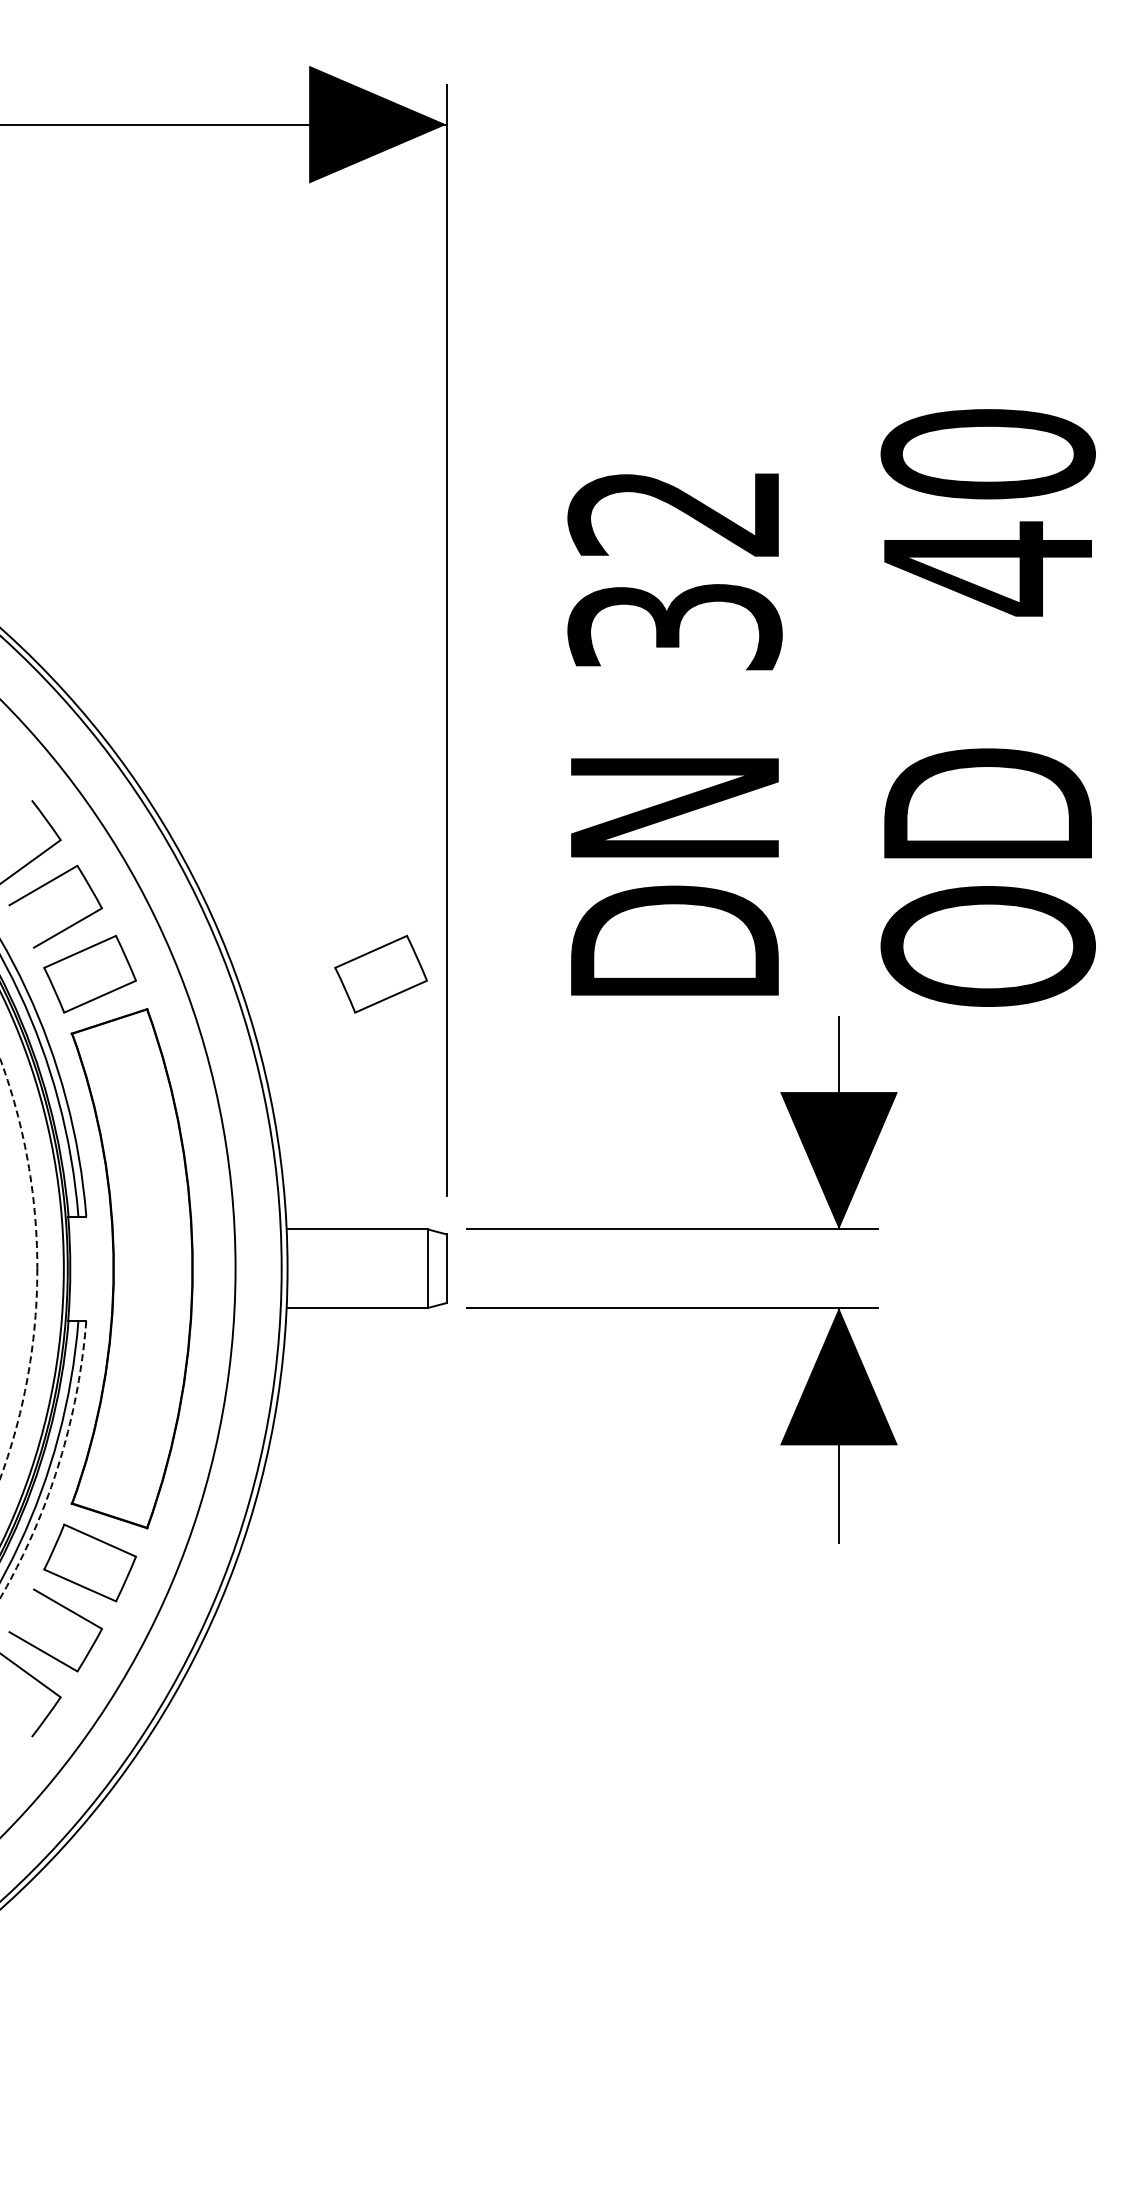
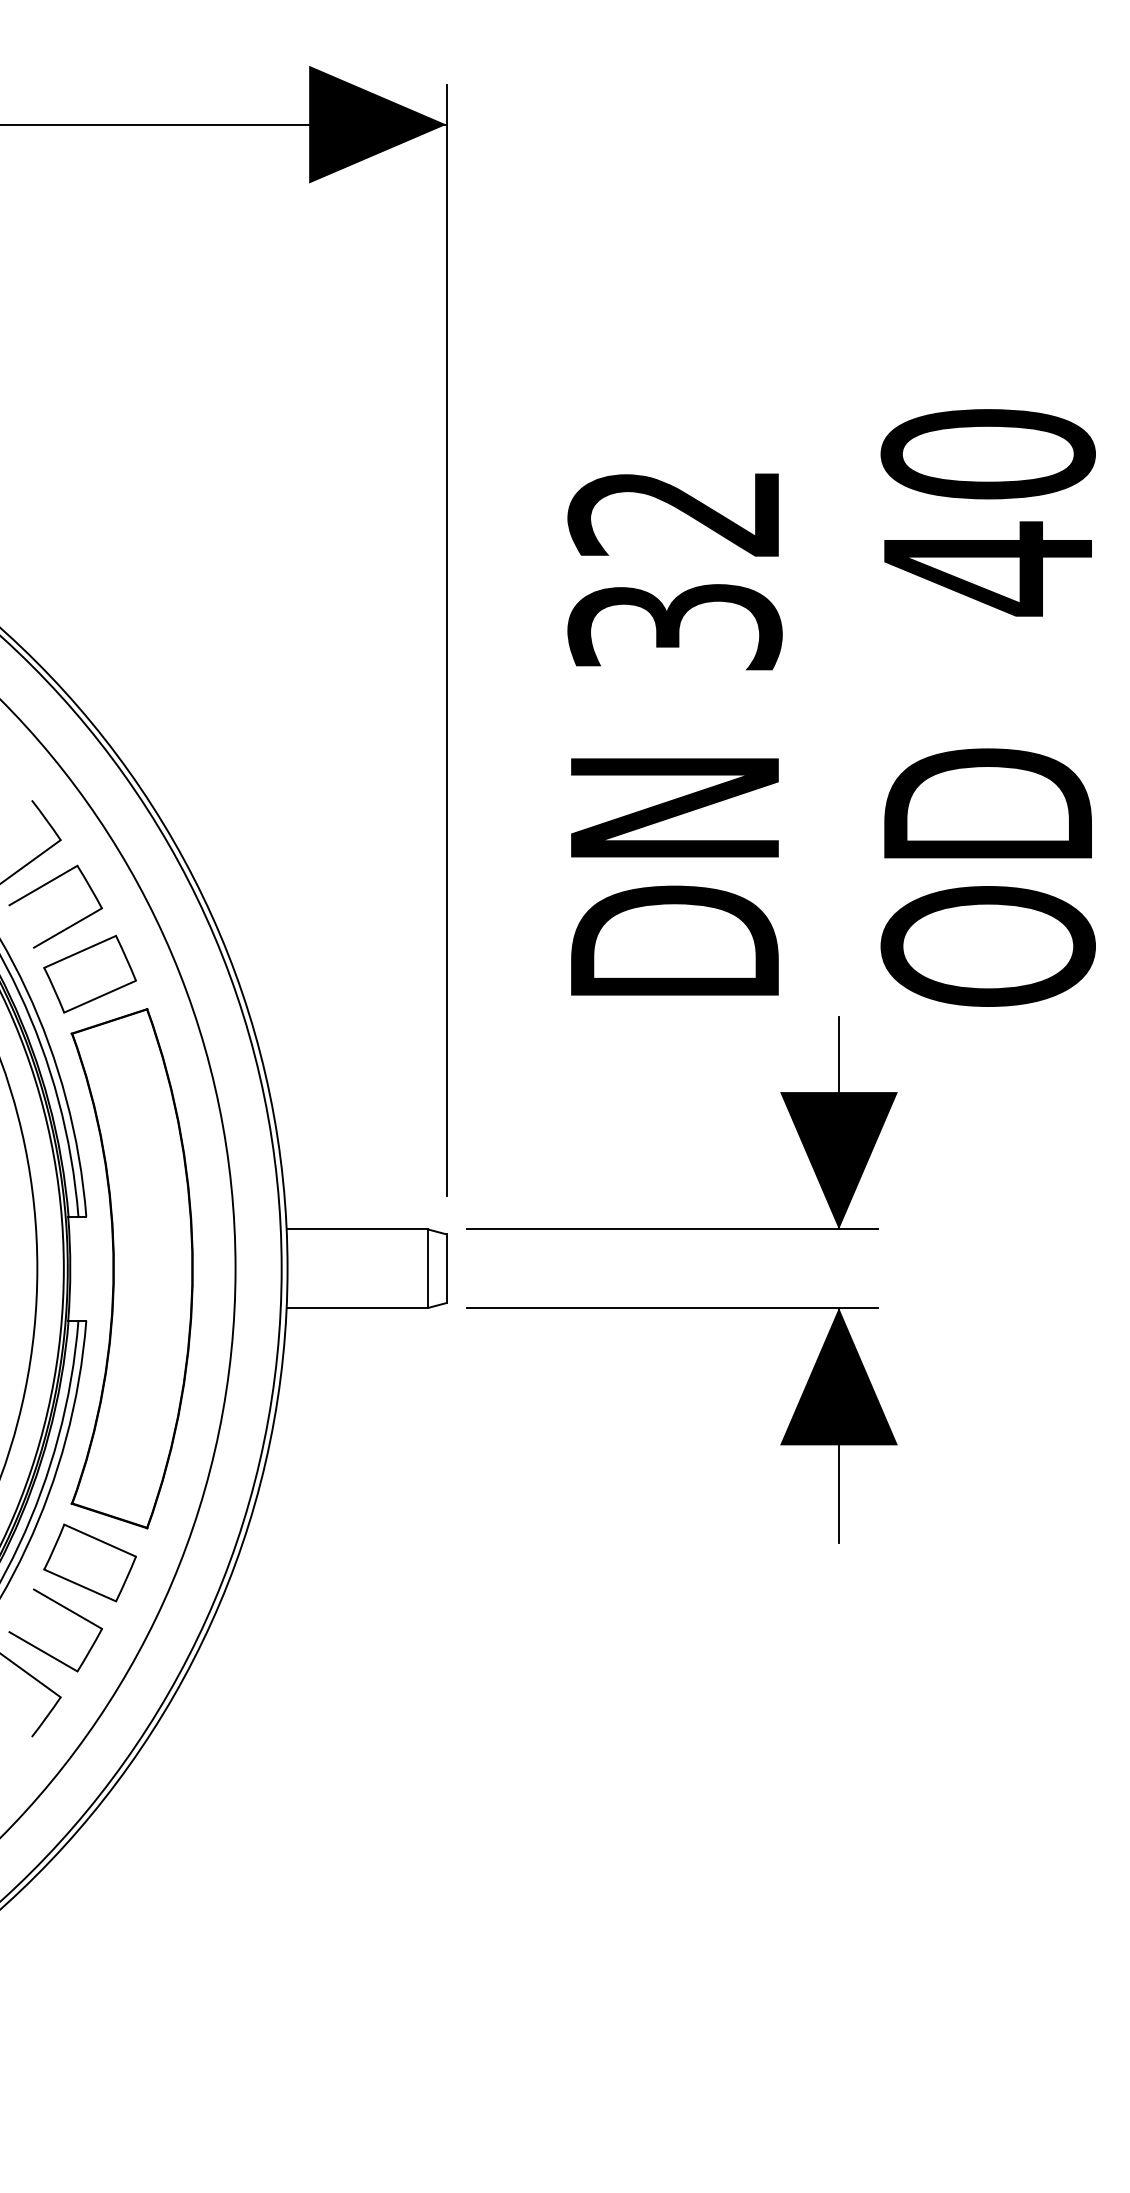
part at (380, 973): present -> none
circle at (18, 1268): dashed -> solid
arc at (58, 1464): dashed -> solid
